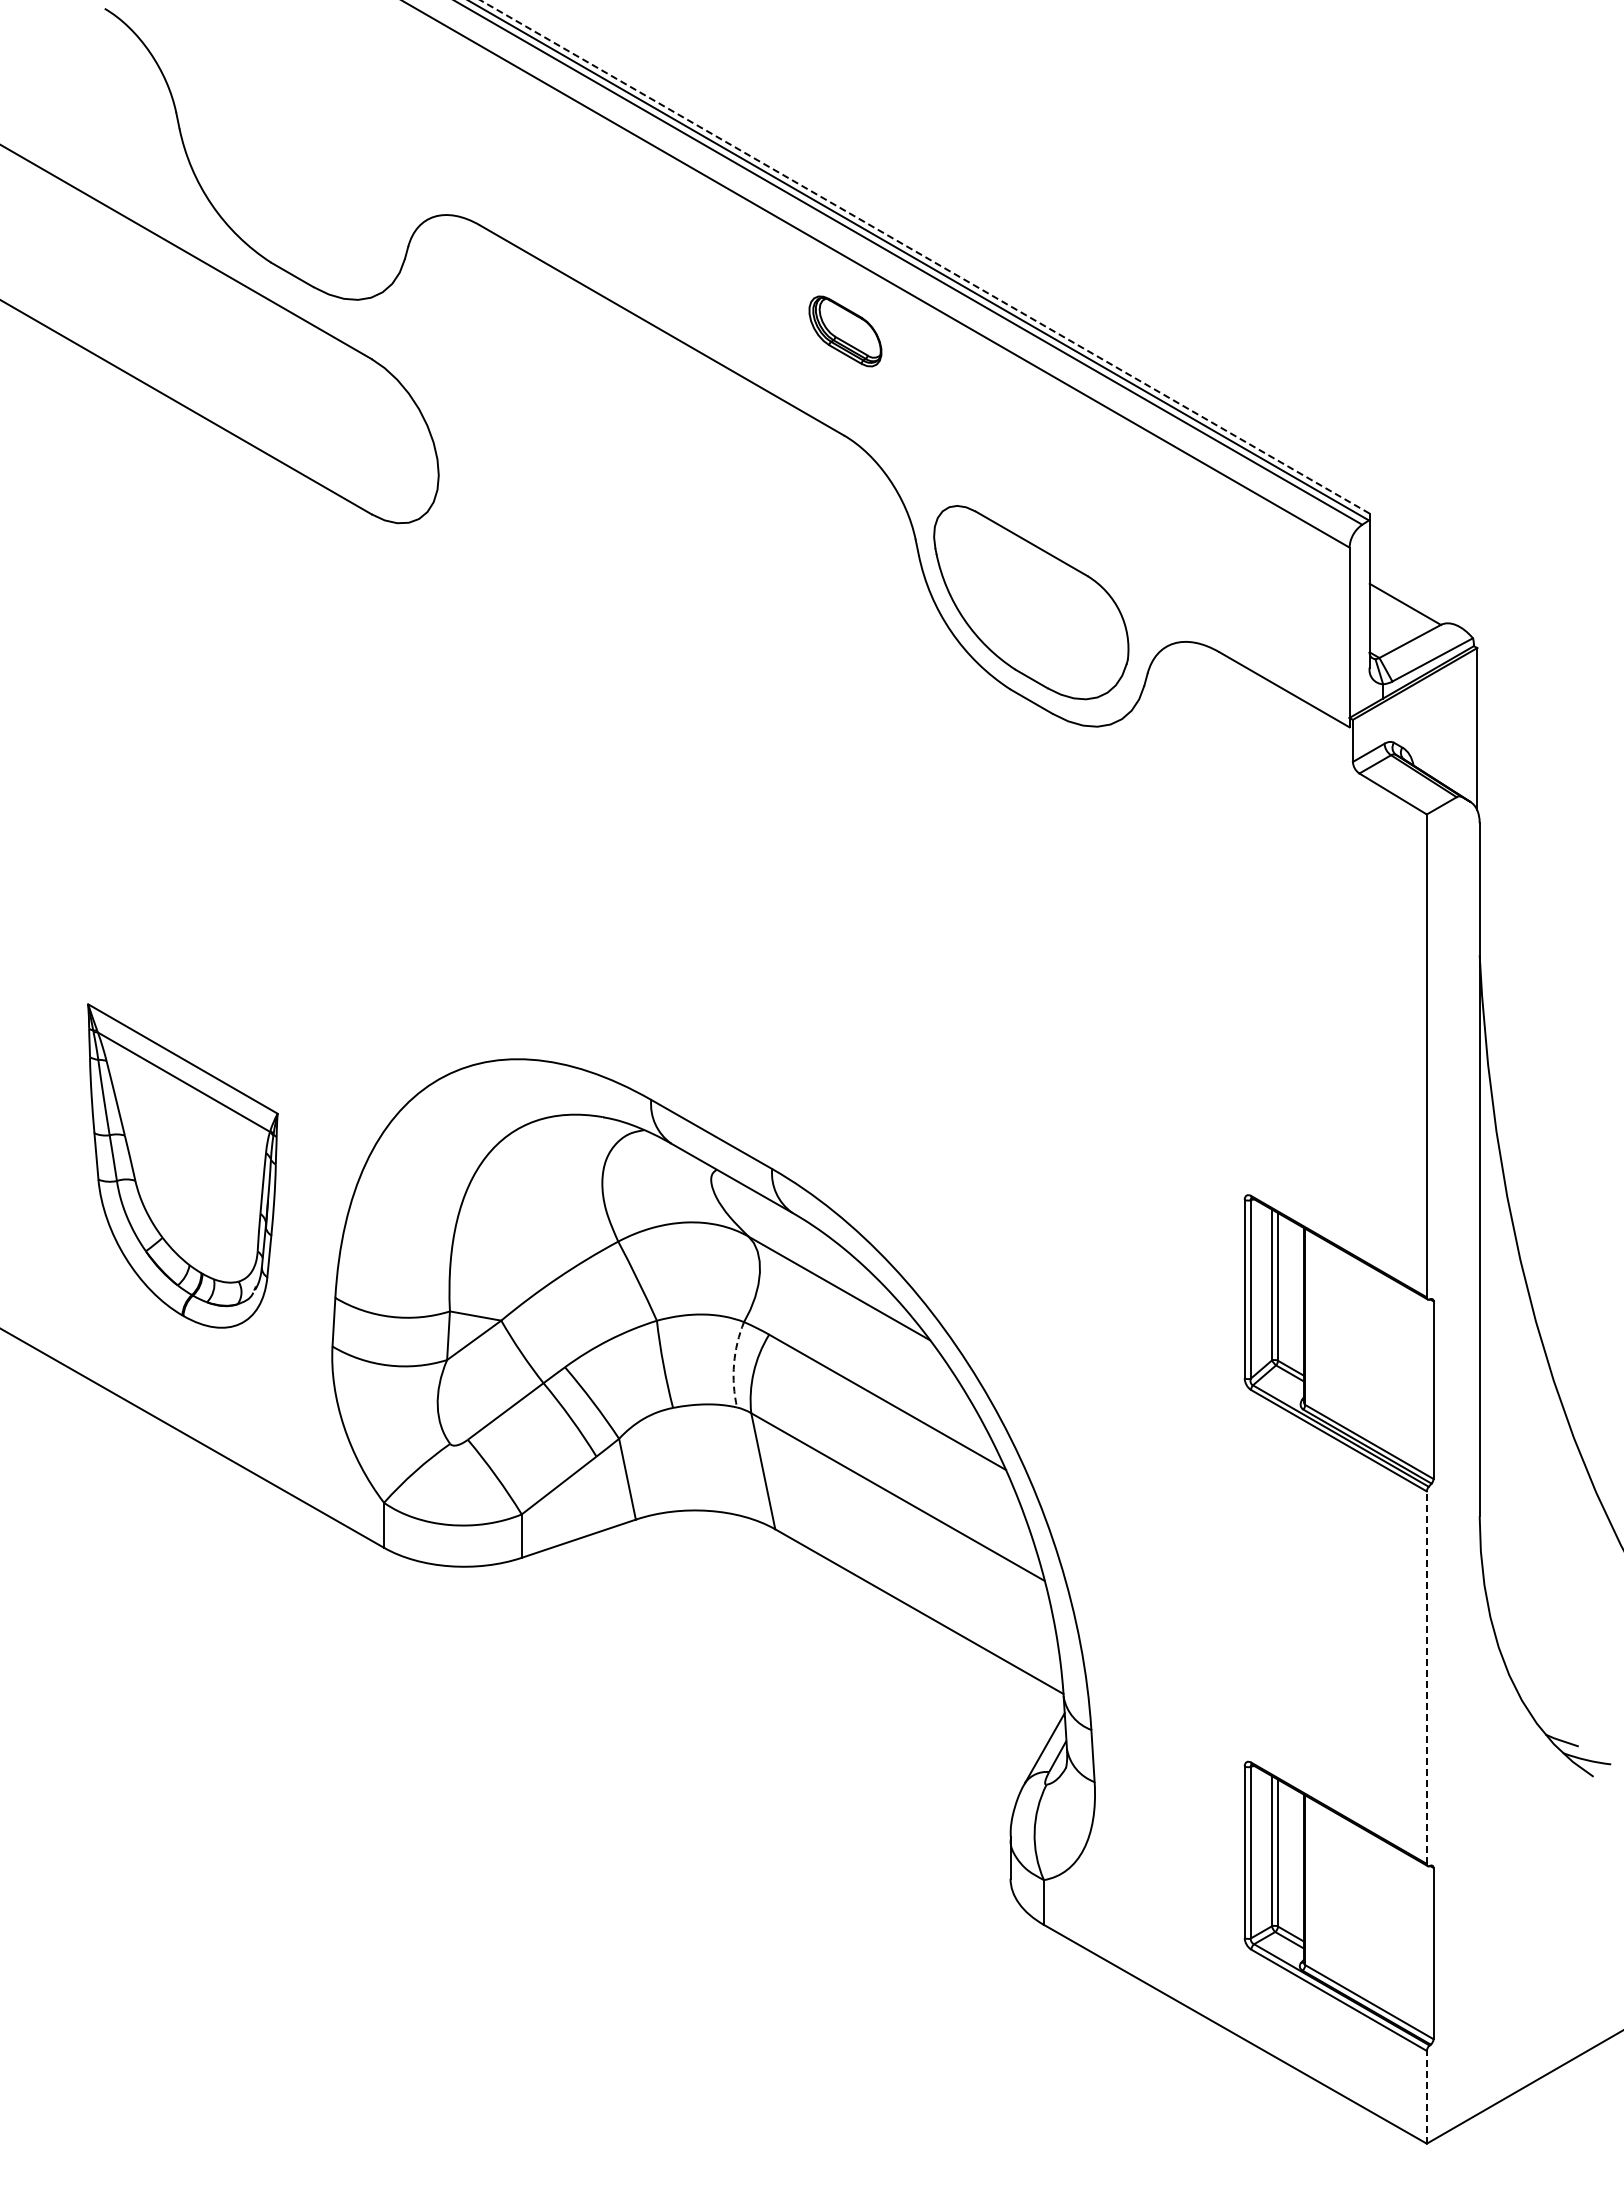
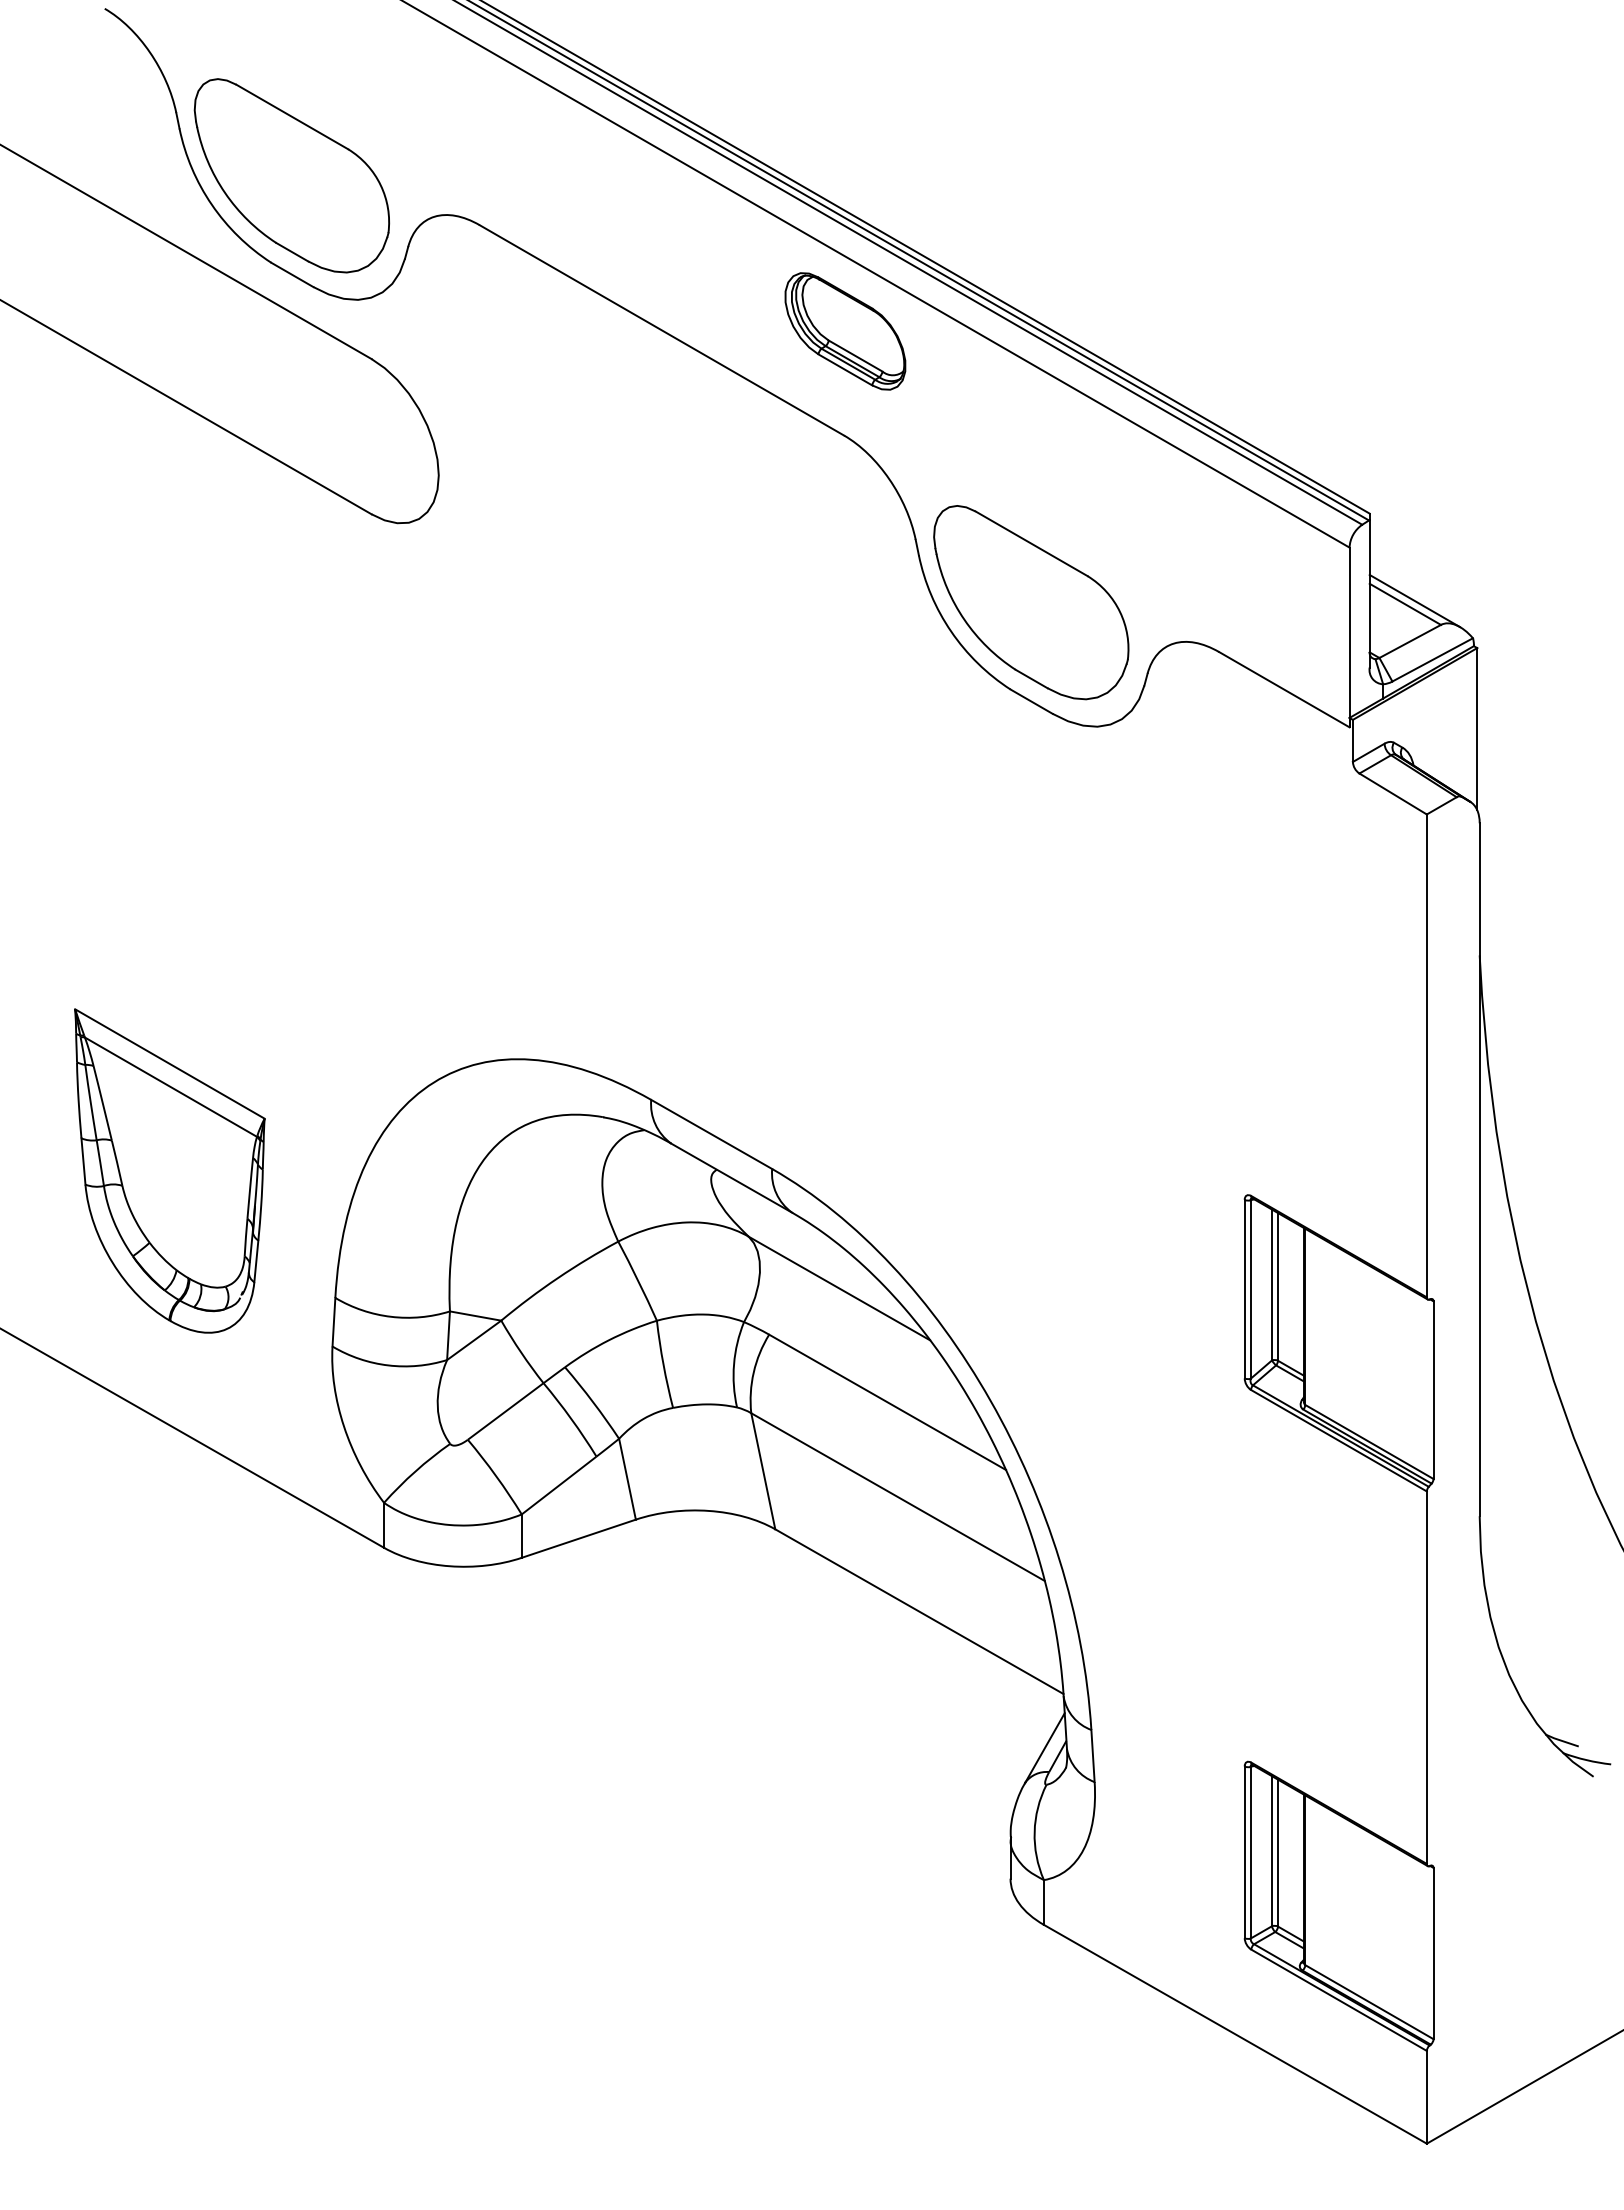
part at (291, 175): none -> present
line at (924, 256): dashed -> solid
part at (845, 331) size: 75x73 px -> 123x119 px
line at (1414, 600): none -> present
part at (182, 1165) position: (182, 1165) -> (169, 1170)
arc at (734, 1364): dashed -> solid
line at (1426, 1677): dashed -> solid
line at (1426, 2096): dashed -> solid
